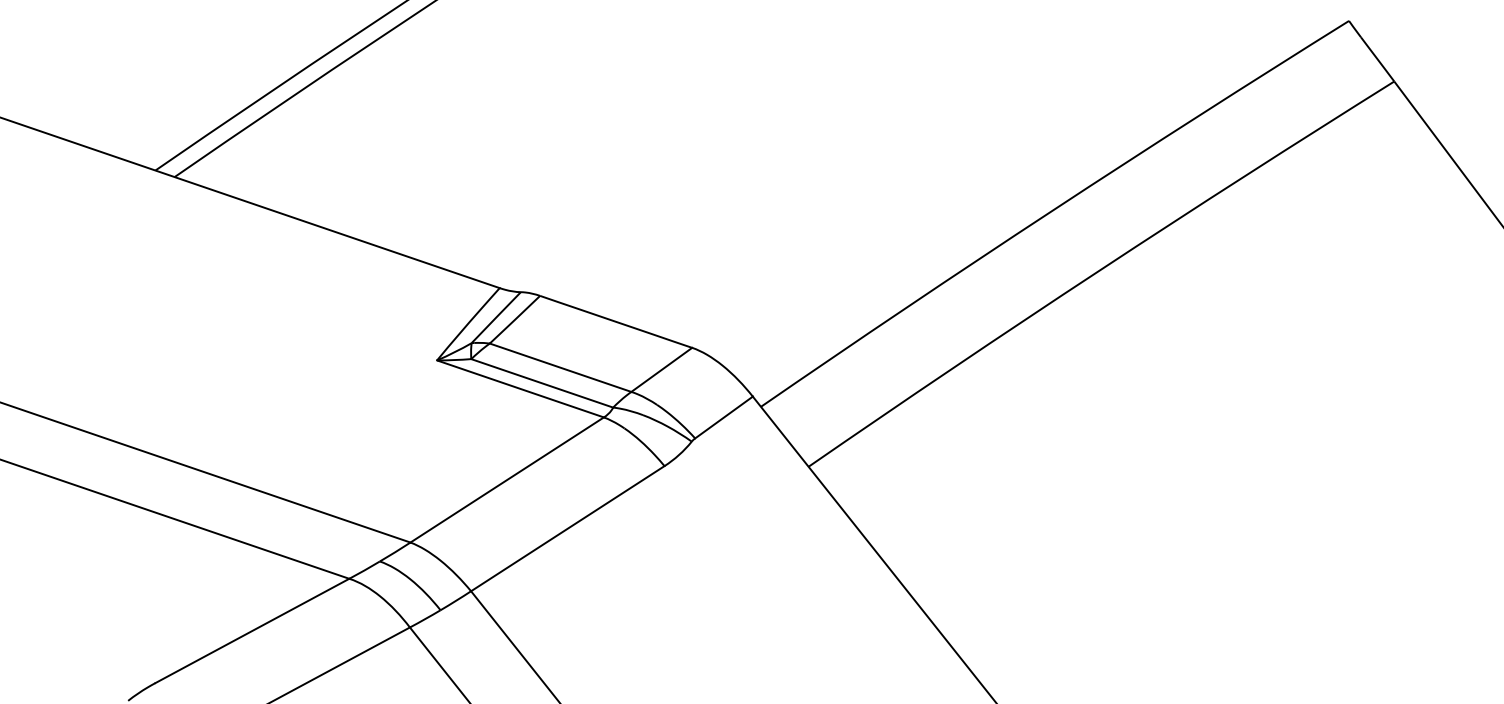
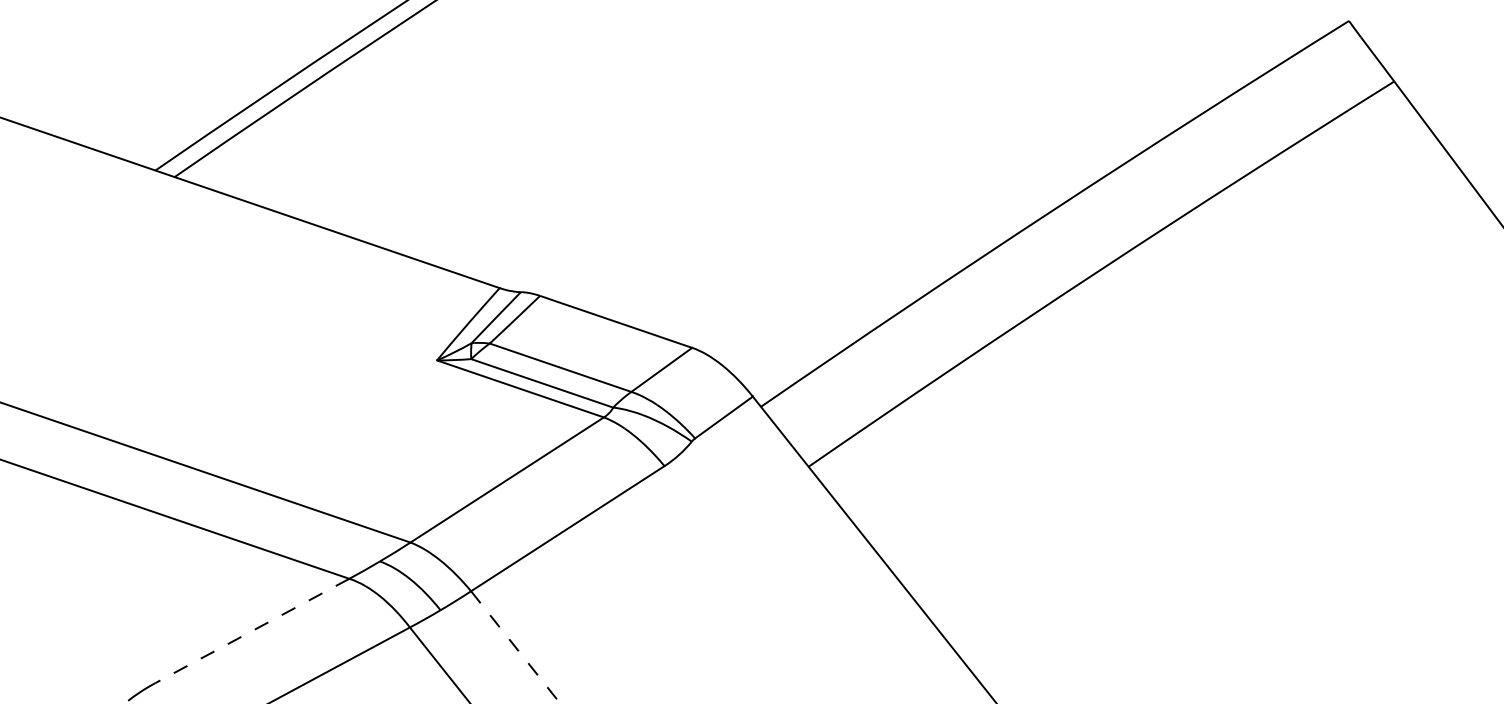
line at (252, 631): solid -> dashed
line at (515, 647): solid -> dashed
